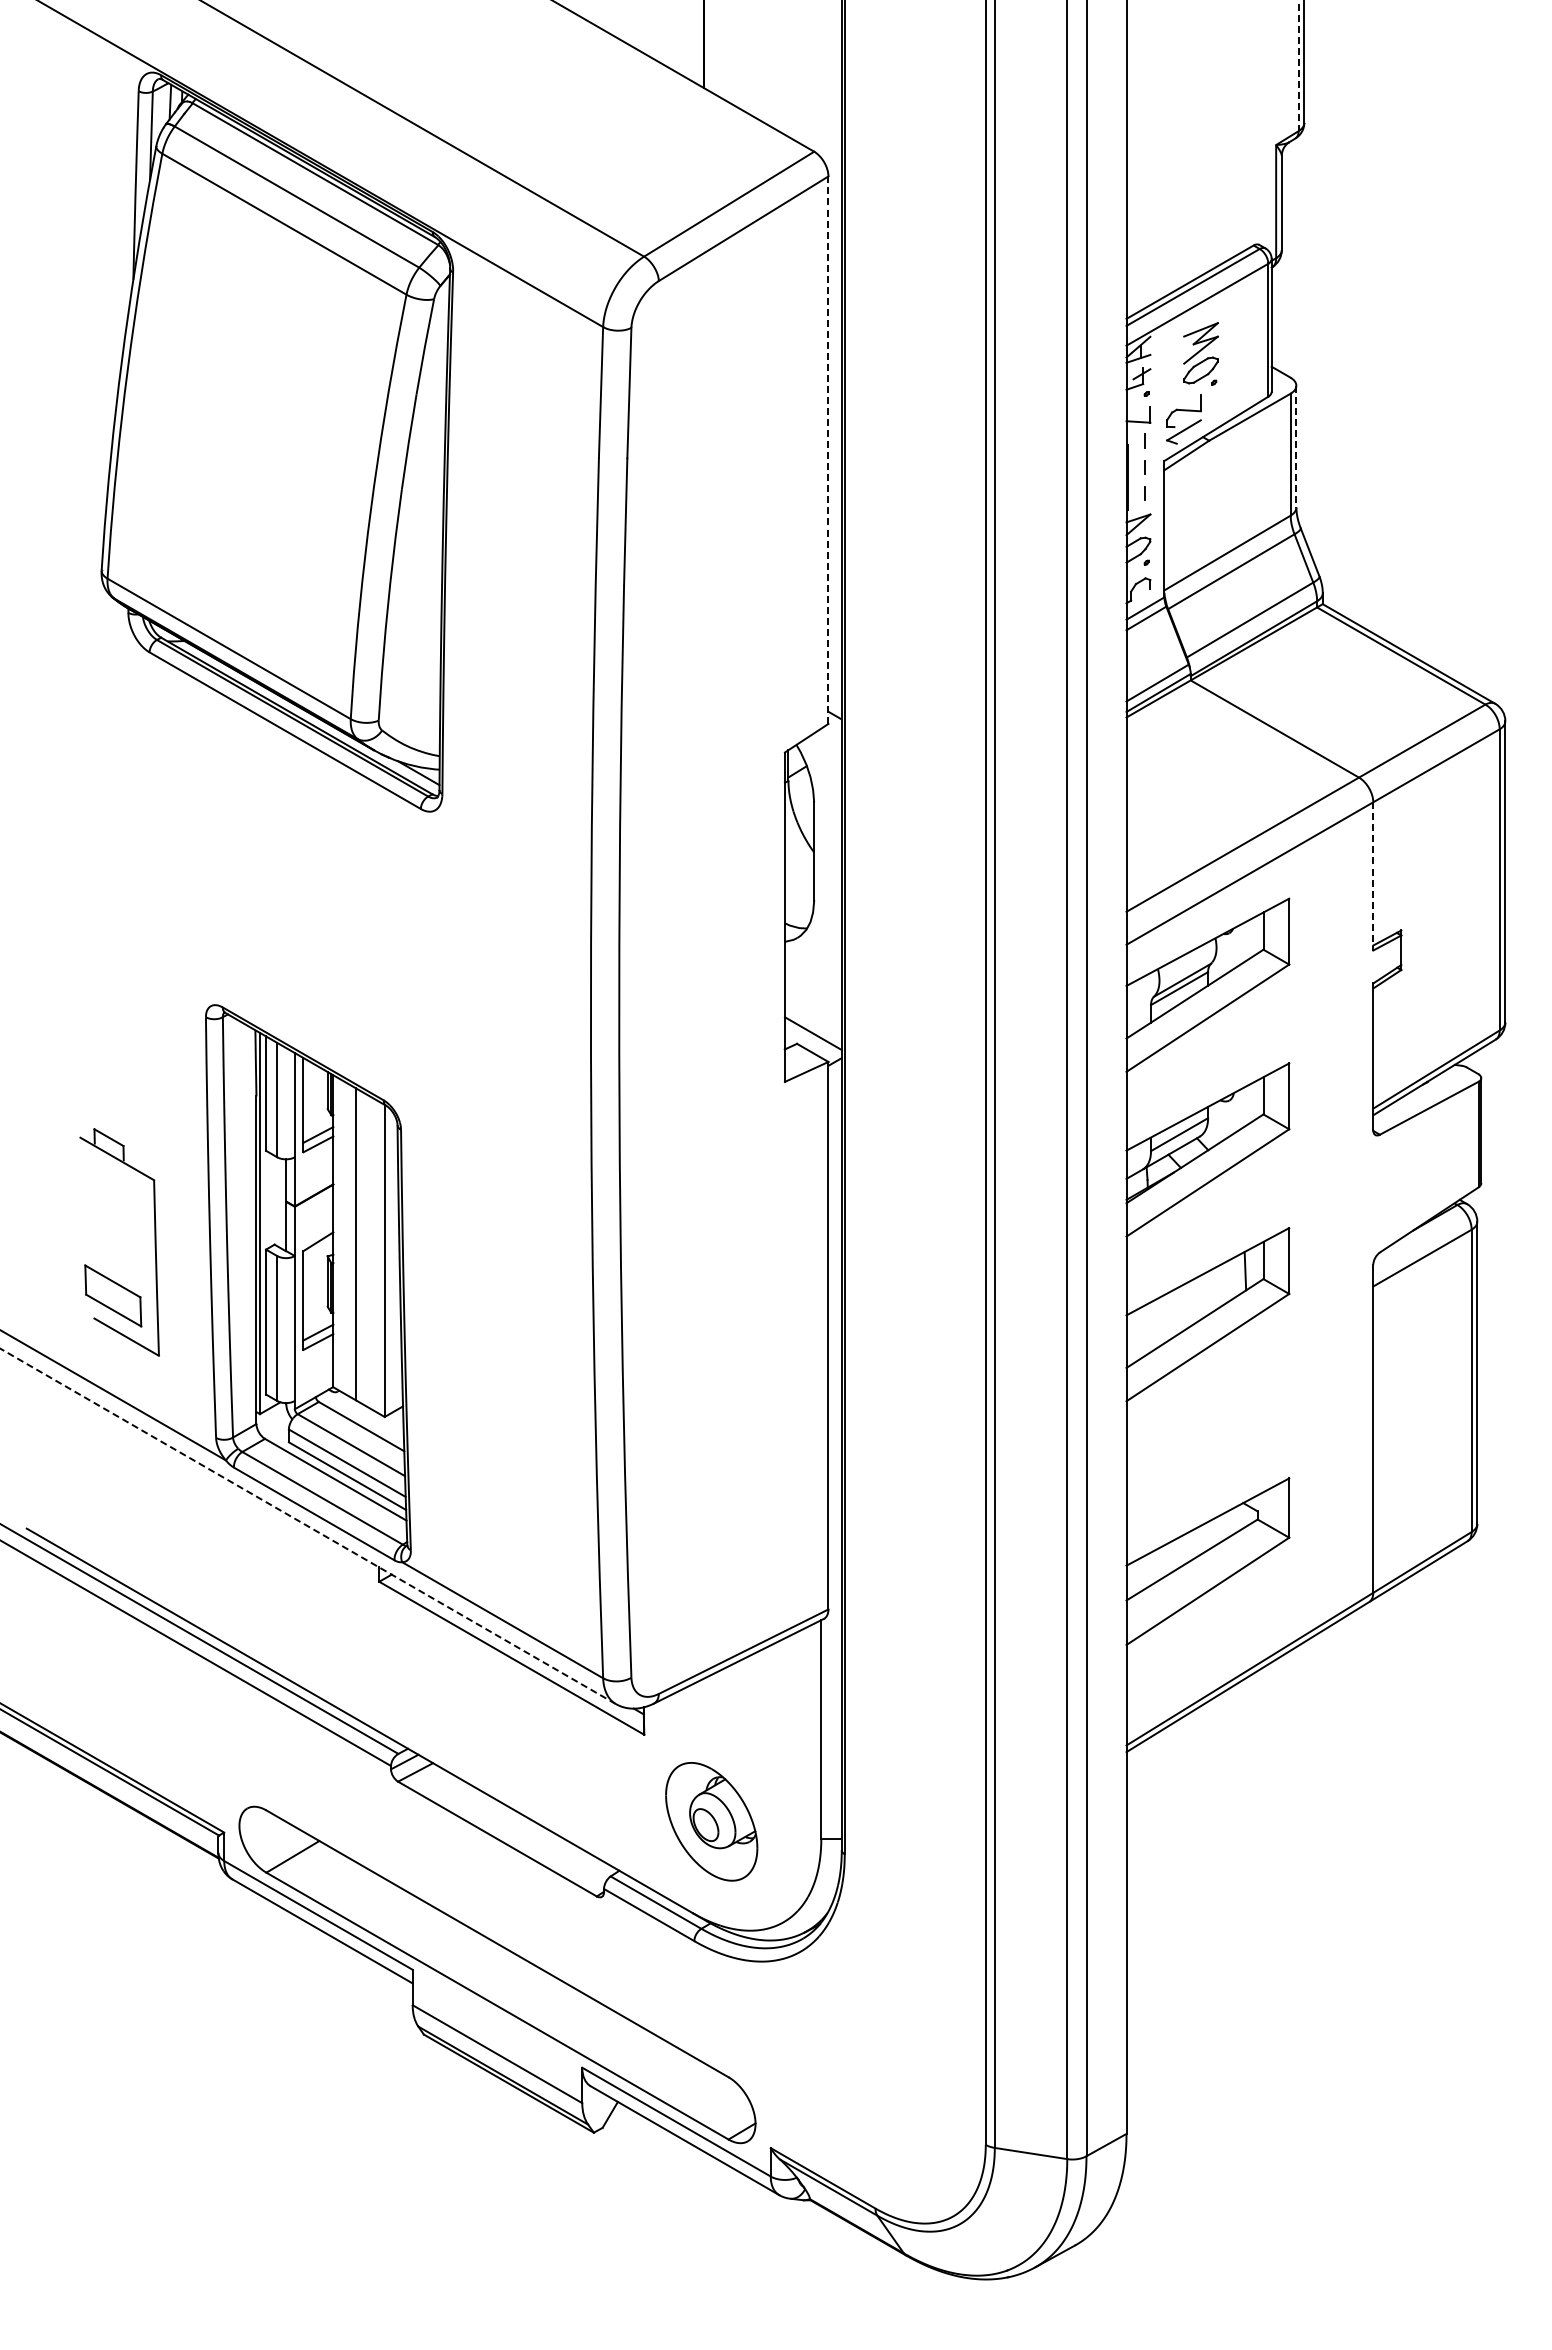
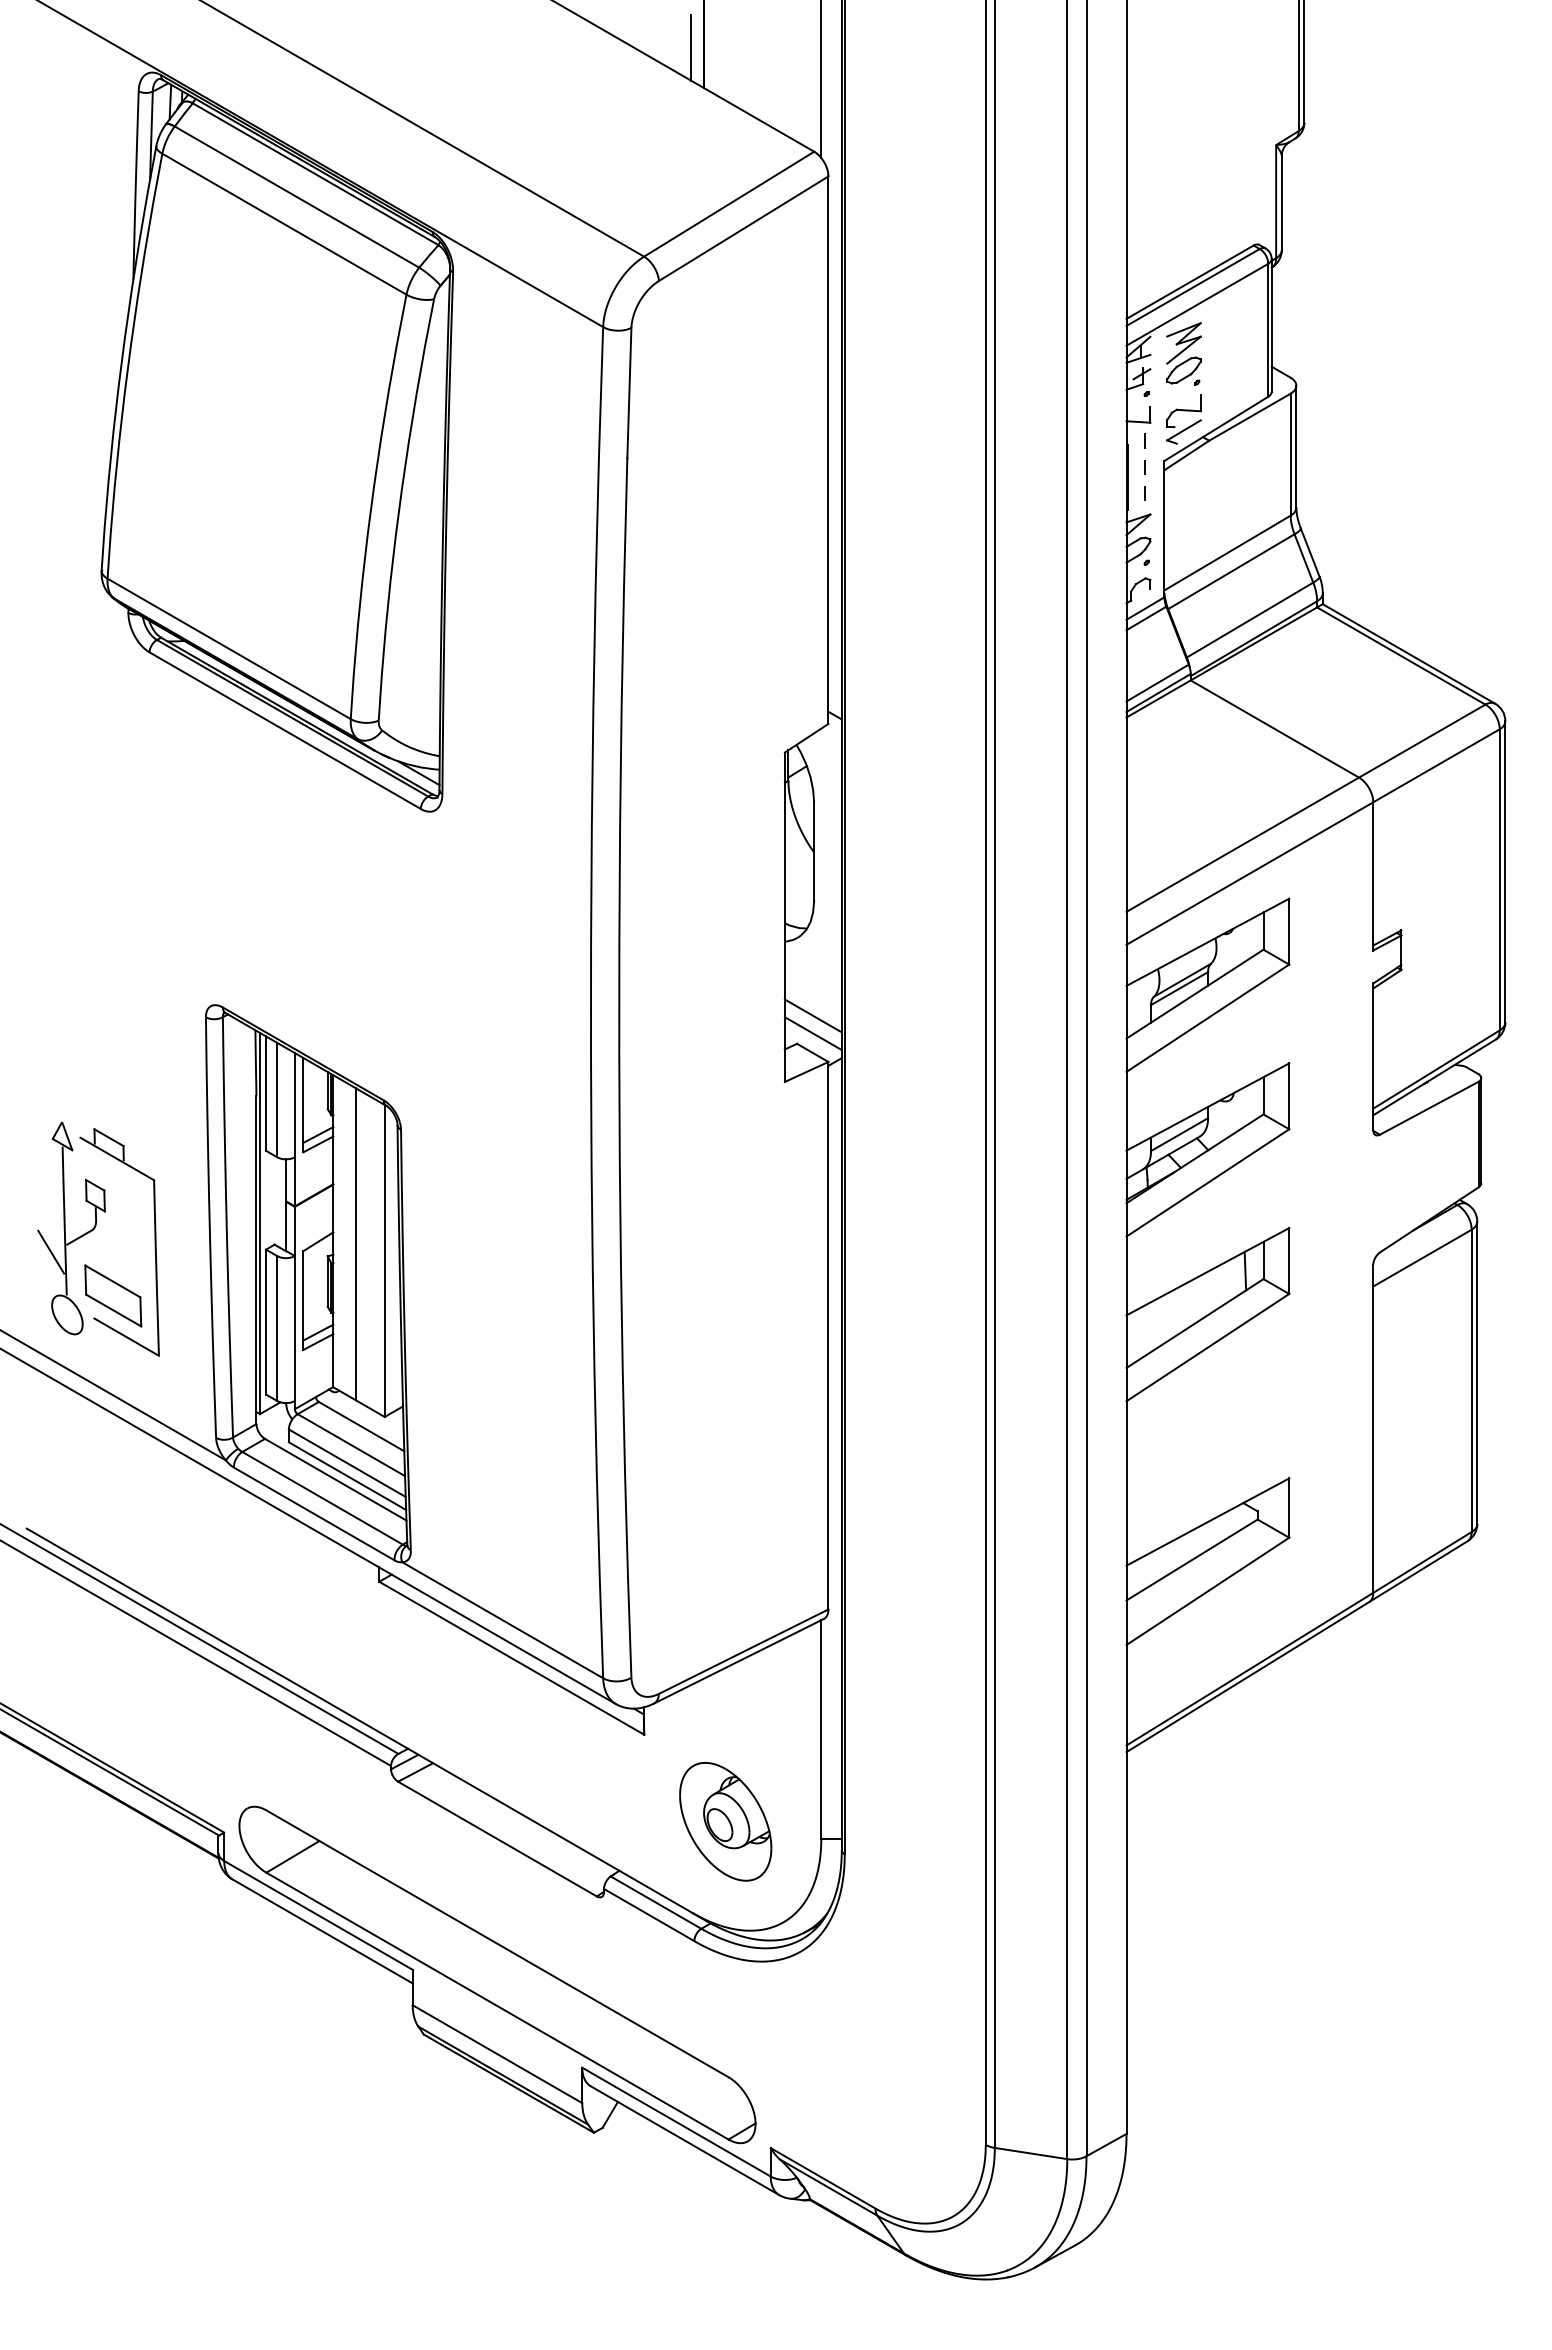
line at (691, 47): none -> present
line at (1298, 66): dashed -> solid
line at (821, 79): none -> present
part at (1200, 353) position: (1200, 353) -> (1183, 353)
line at (1296, 446): dashed -> solid
line at (828, 450): dashed -> solid
line at (1373, 876): dashed -> solid
line at (812, 1015): none -> present
part at (71, 1228): none -> present
line at (307, 1526): dashed -> solid
part at (711, 1821) position: (711, 1821) -> (725, 1821)
